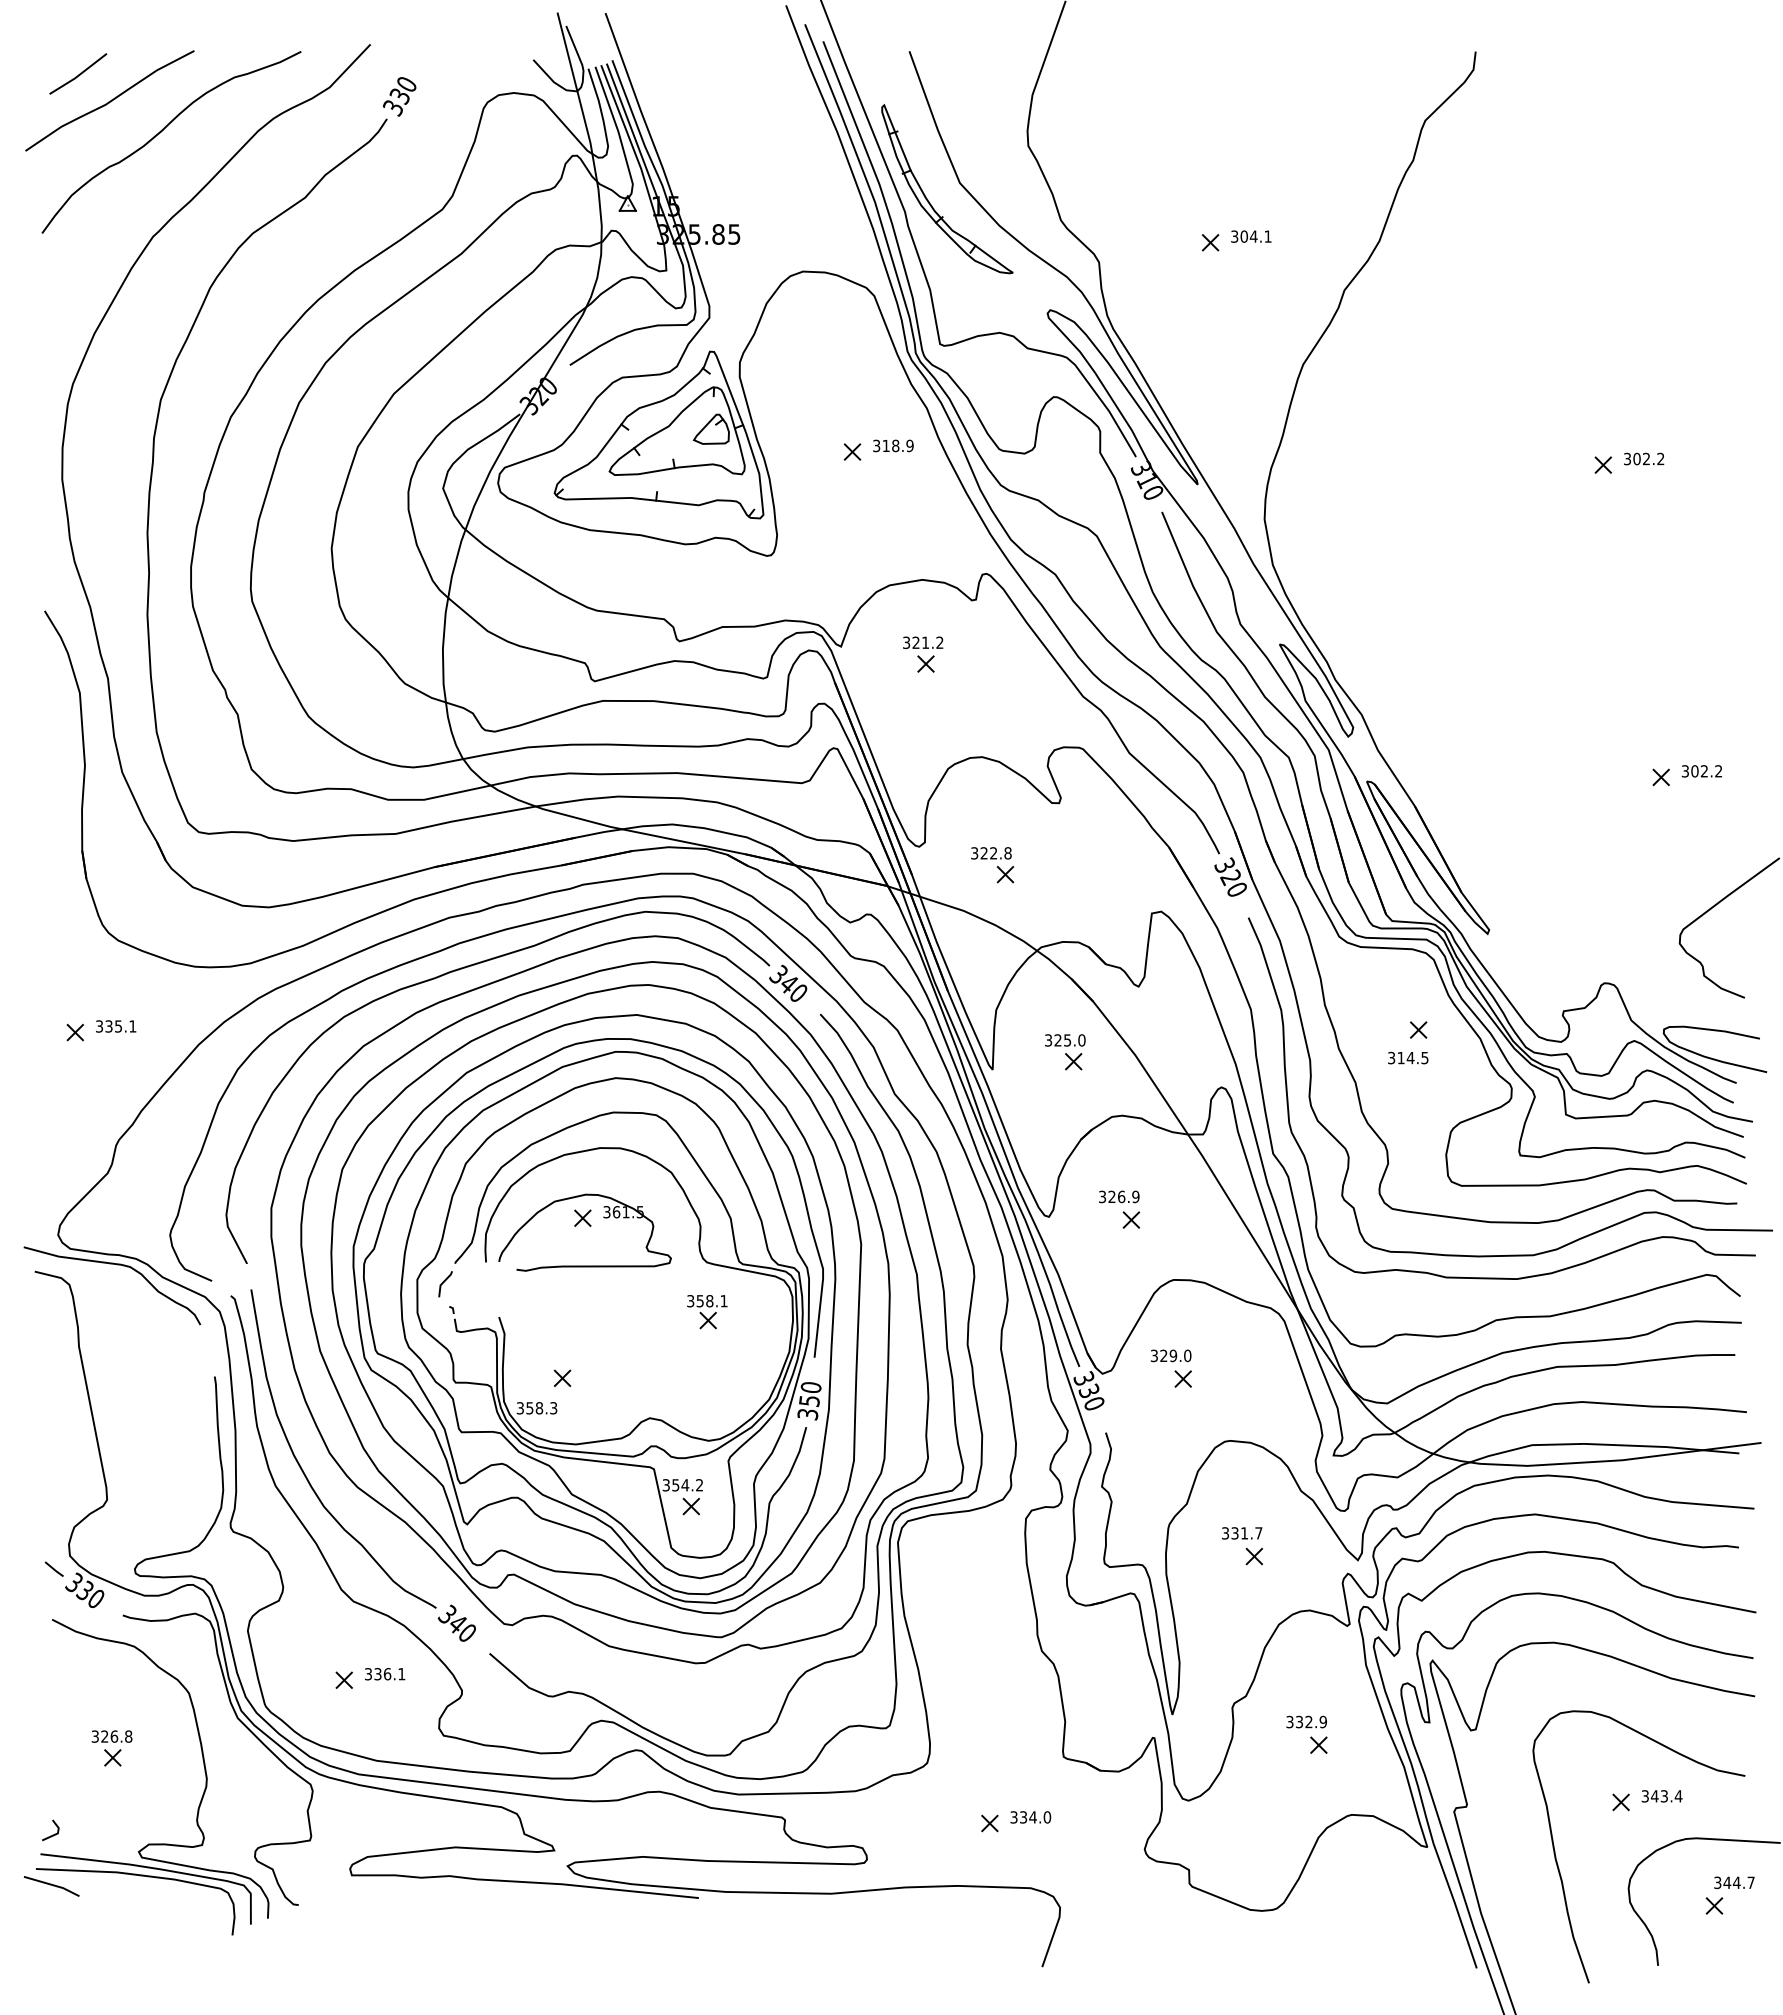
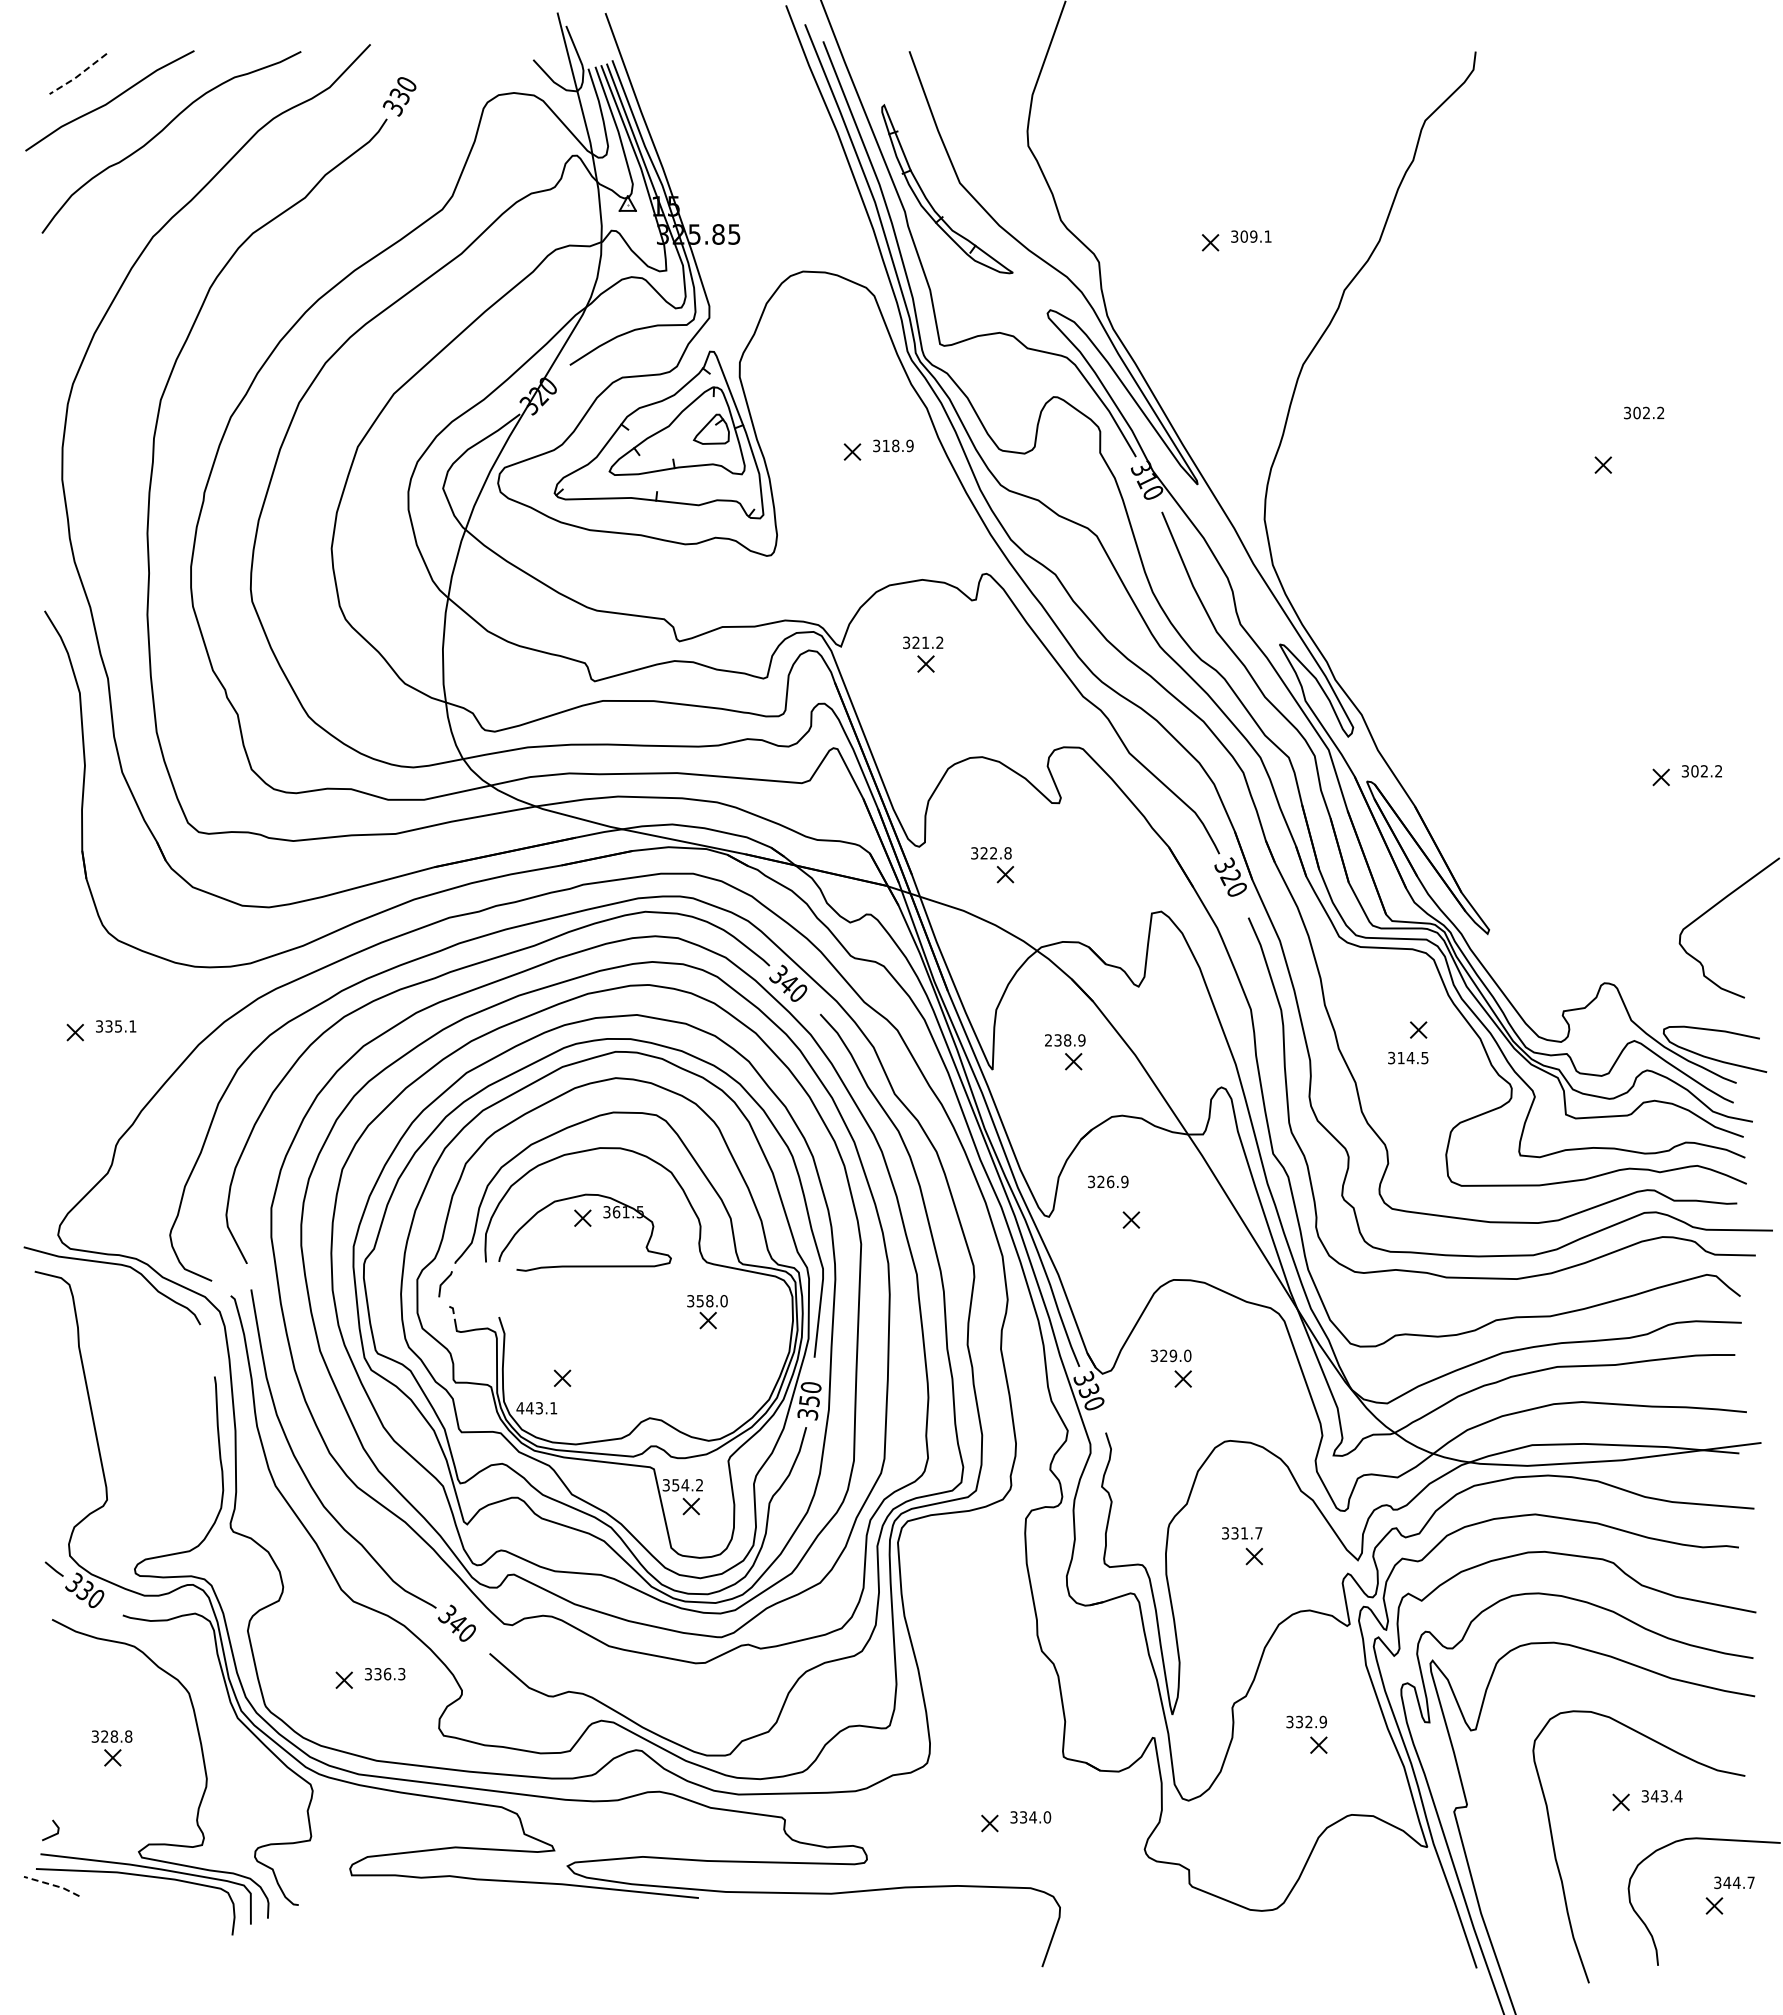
line at (78, 75): solid -> dashed
text at (1253, 236): 304.1 -> 309.1
text at (1644, 458) position: (1644, 458) -> (1644, 412)
text at (1065, 1040): 325.0 -> 238.9
text at (1119, 1196) position: (1119, 1196) -> (1108, 1181)
text at (723, 1301): 358.1 -> 358.0
text at (536, 1408): 358.3 -> 443.1
text at (401, 1674): 336.1 -> 336.3
text at (114, 1736): 326.8 -> 328.8
line at (52, 1885): solid -> dashed
